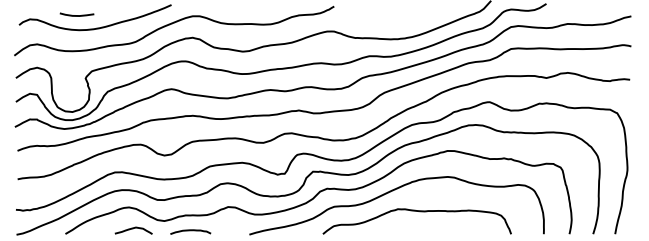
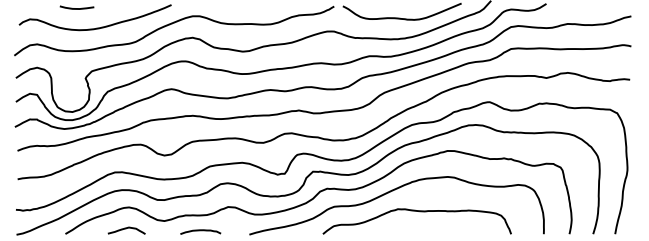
curve at (76, 15) position: (76, 15) -> (76, 8)
curve at (400, 17): none -> present
curve at (133, 229) position: (133, 229) -> (126, 229)
curve at (190, 231) position: (190, 231) -> (200, 231)
